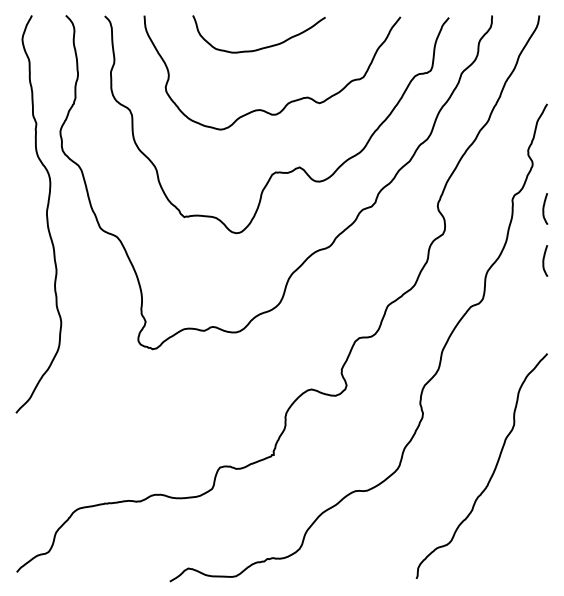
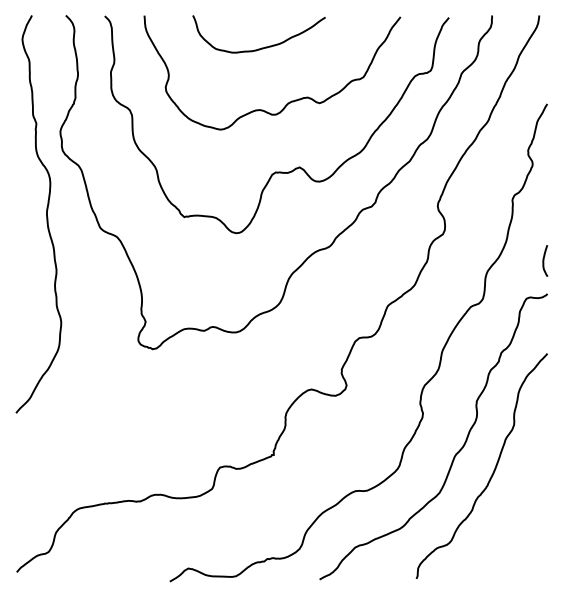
curve at (544, 208): present -> none
curve at (455, 453): none -> present
